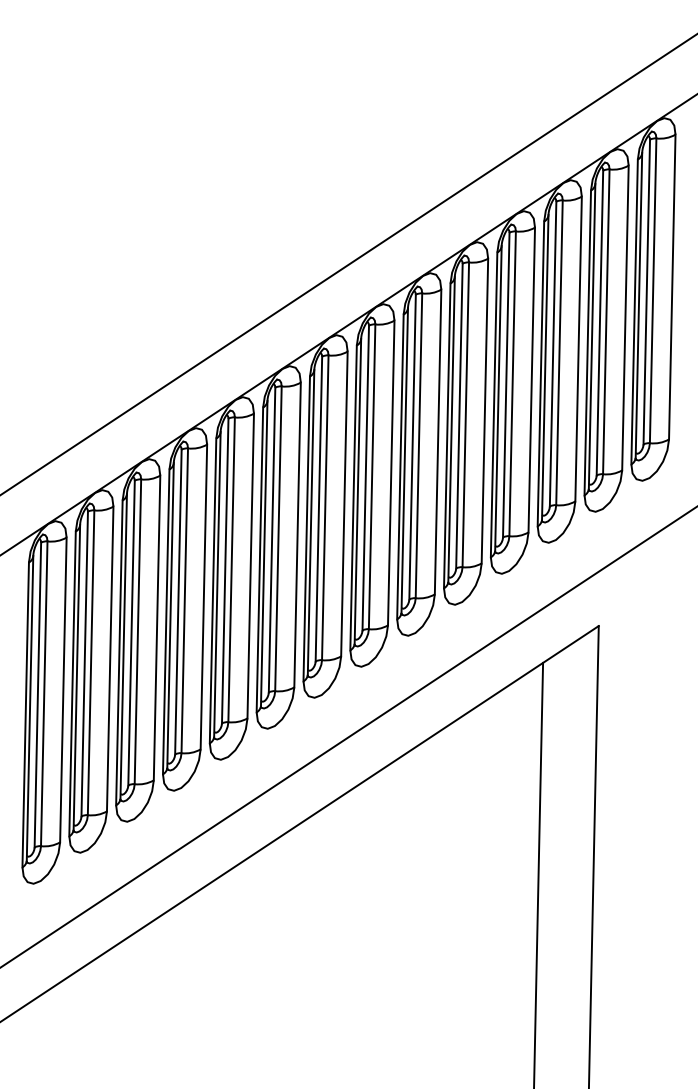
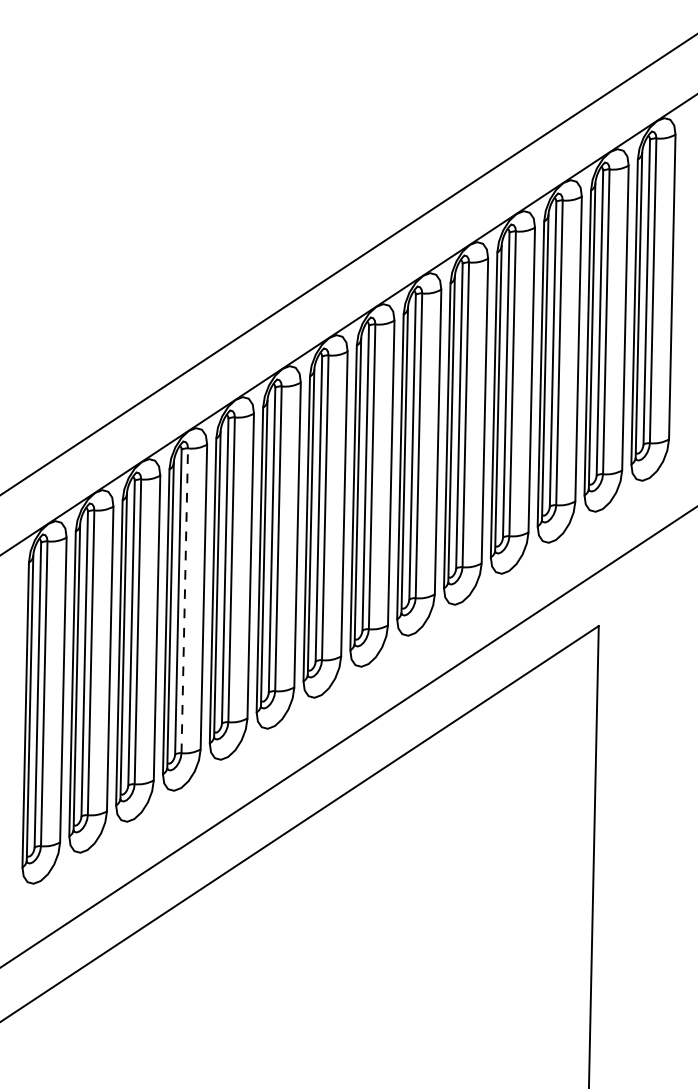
line at (184, 600): solid -> dashed
line at (538, 873): present -> none
